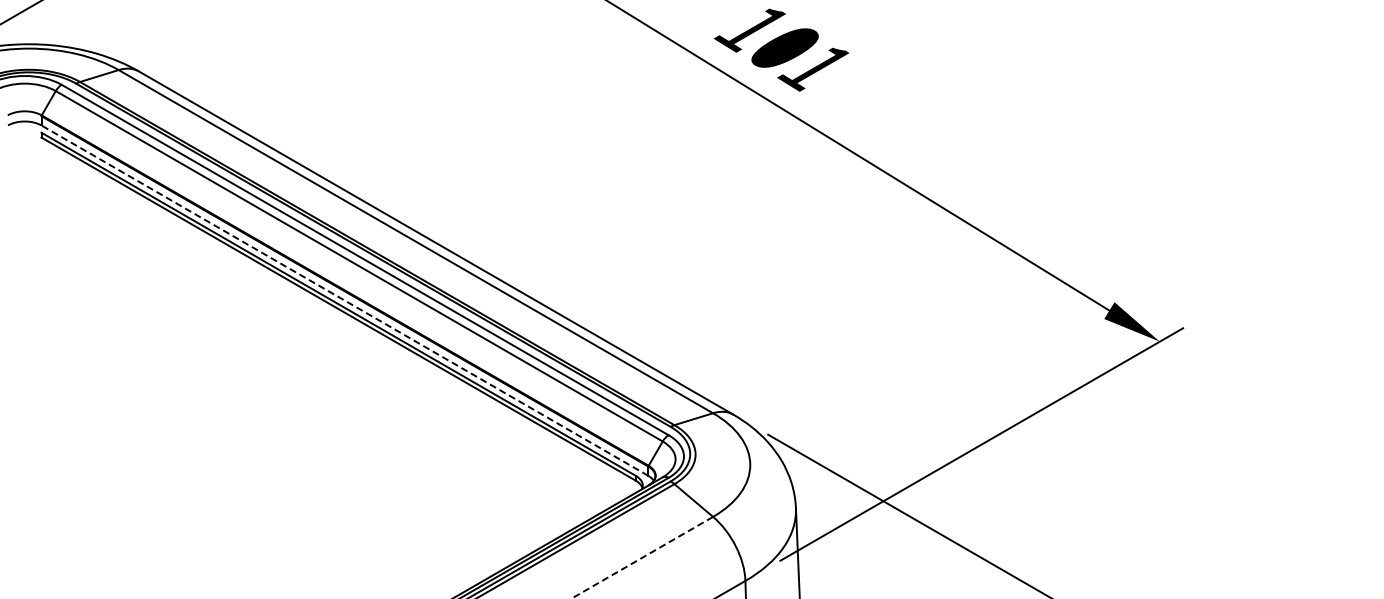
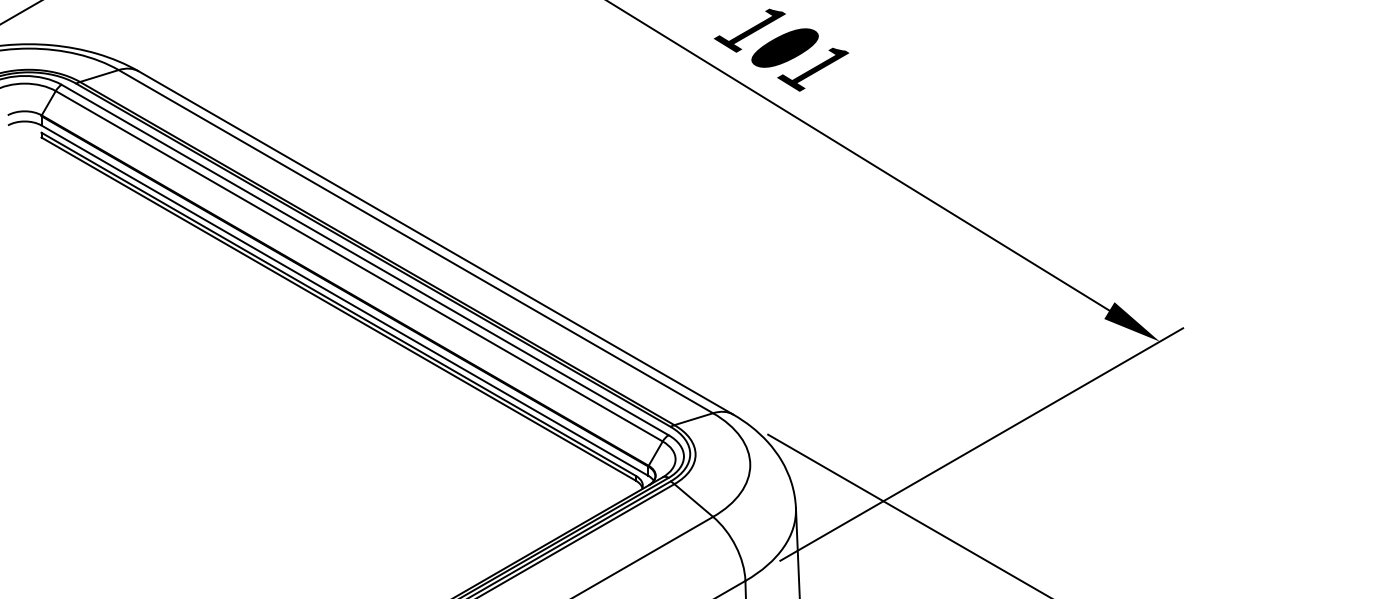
line at (344, 300): dashed -> solid
line at (642, 557): dashed -> solid
